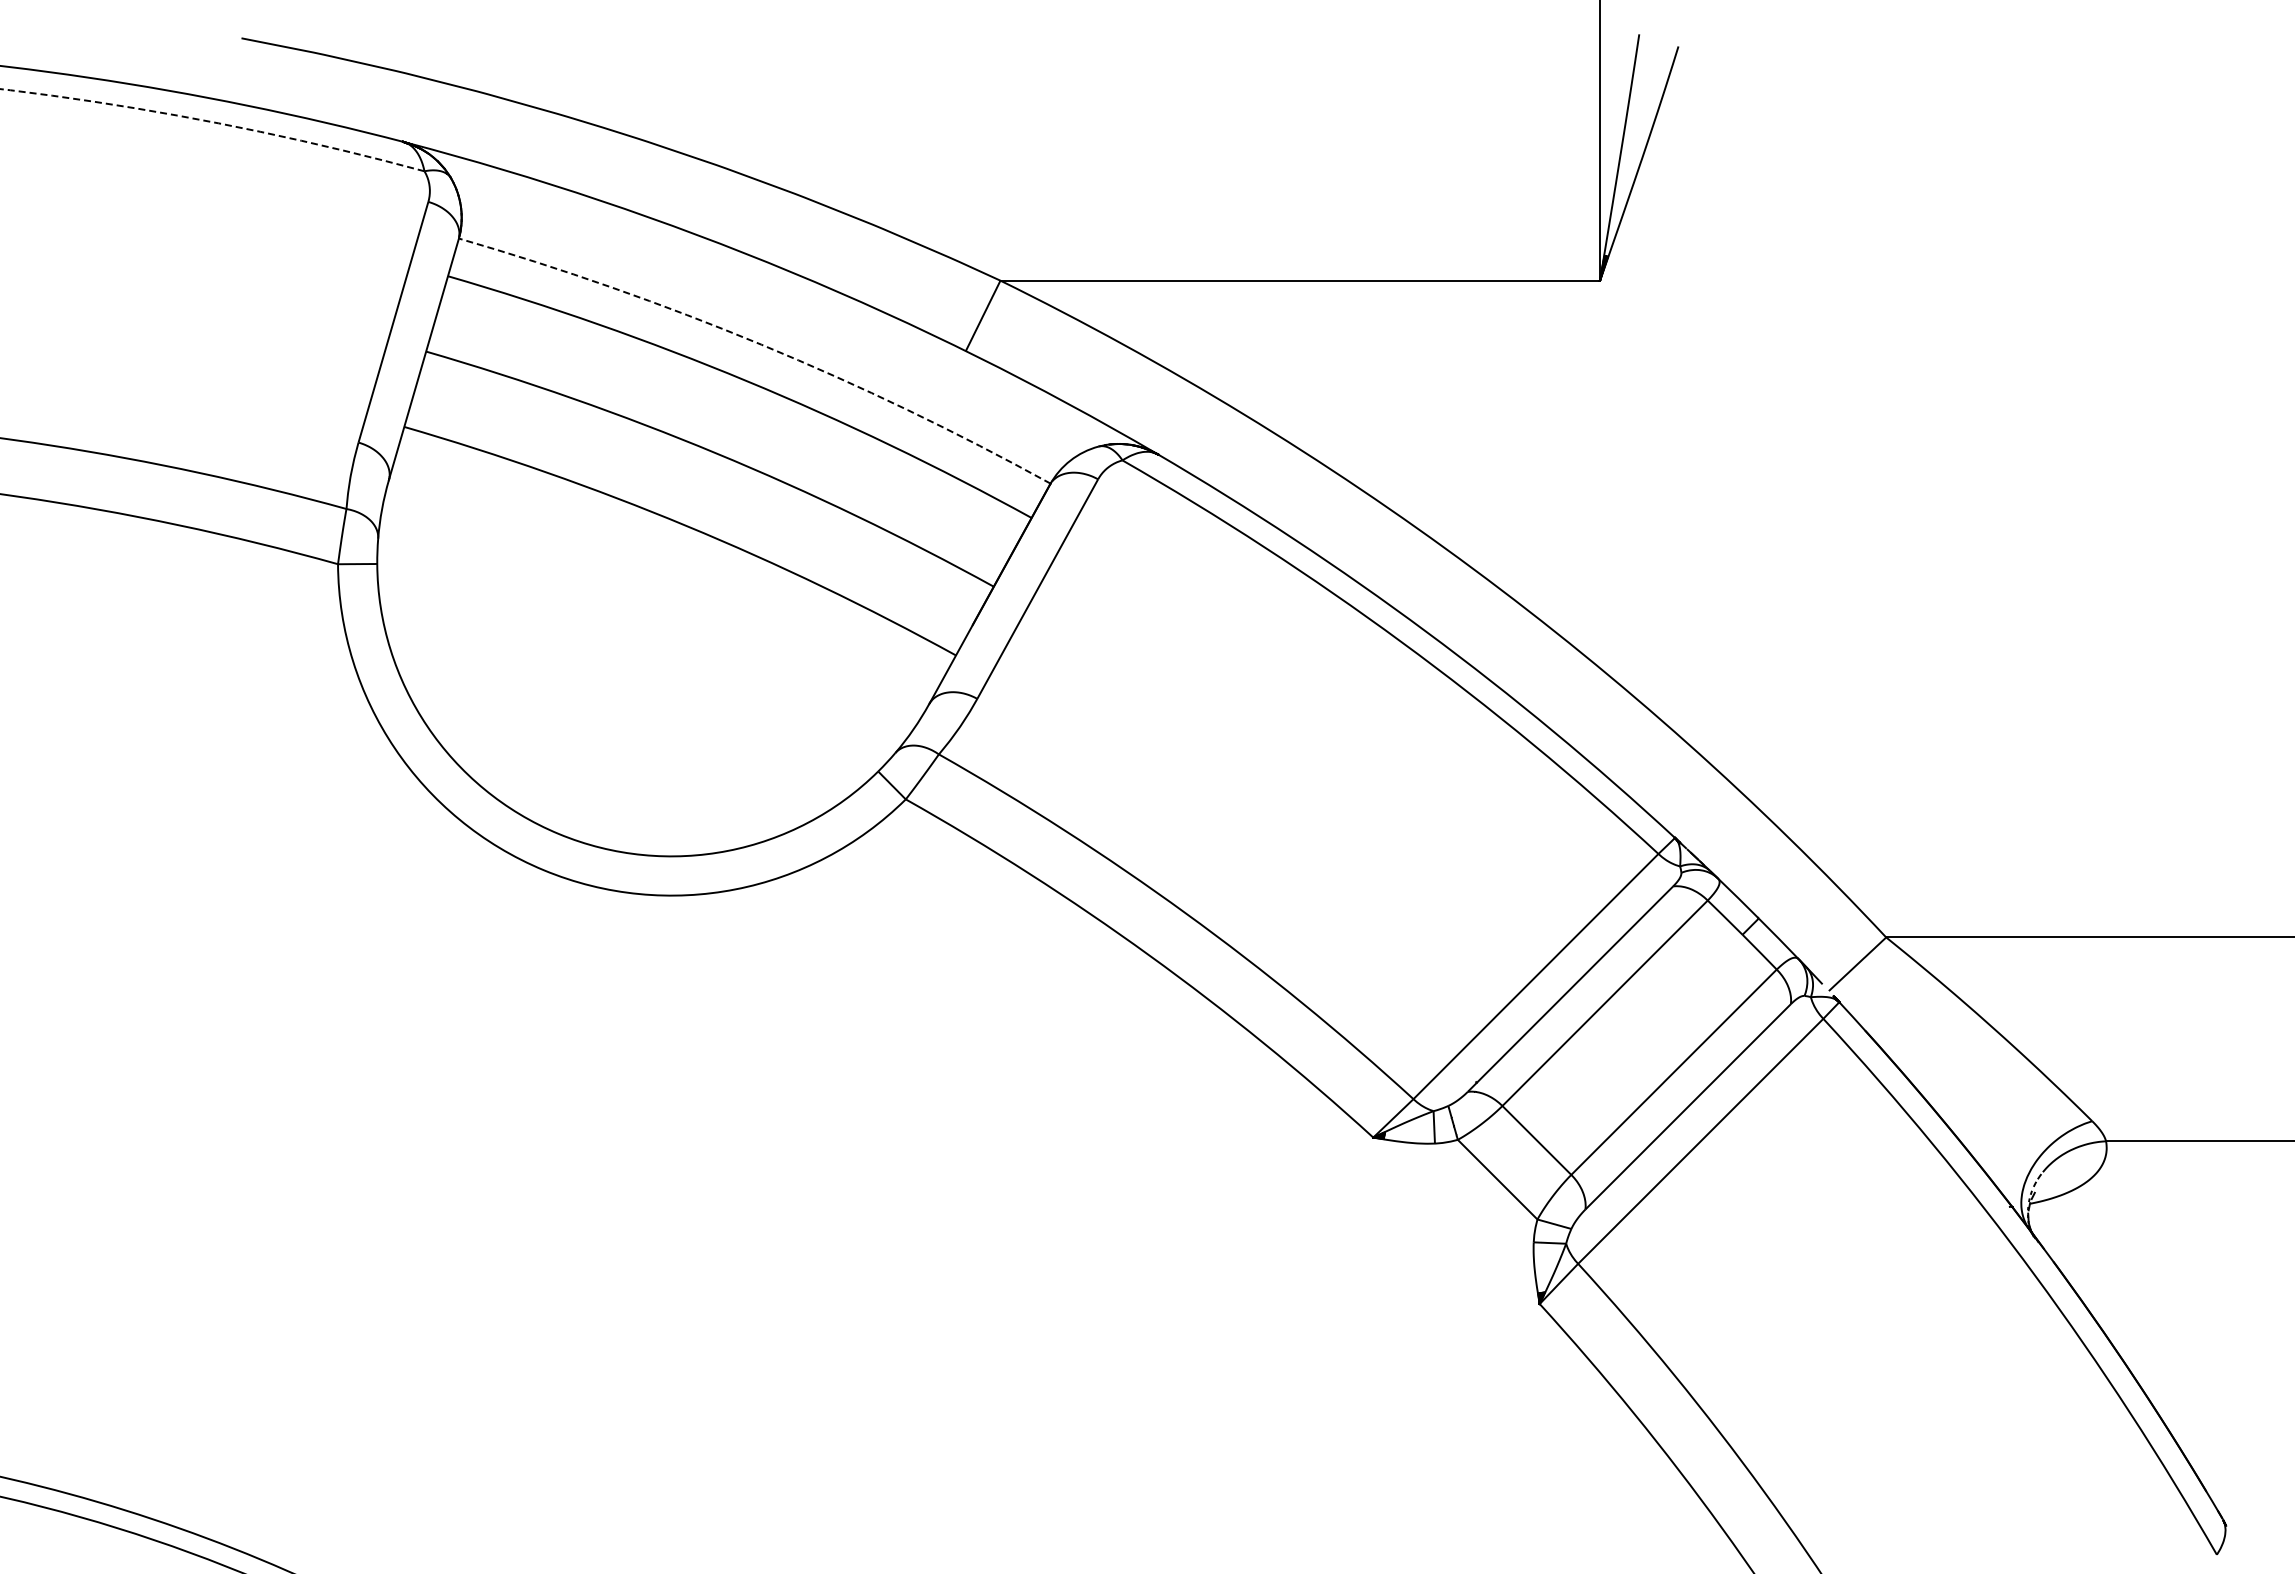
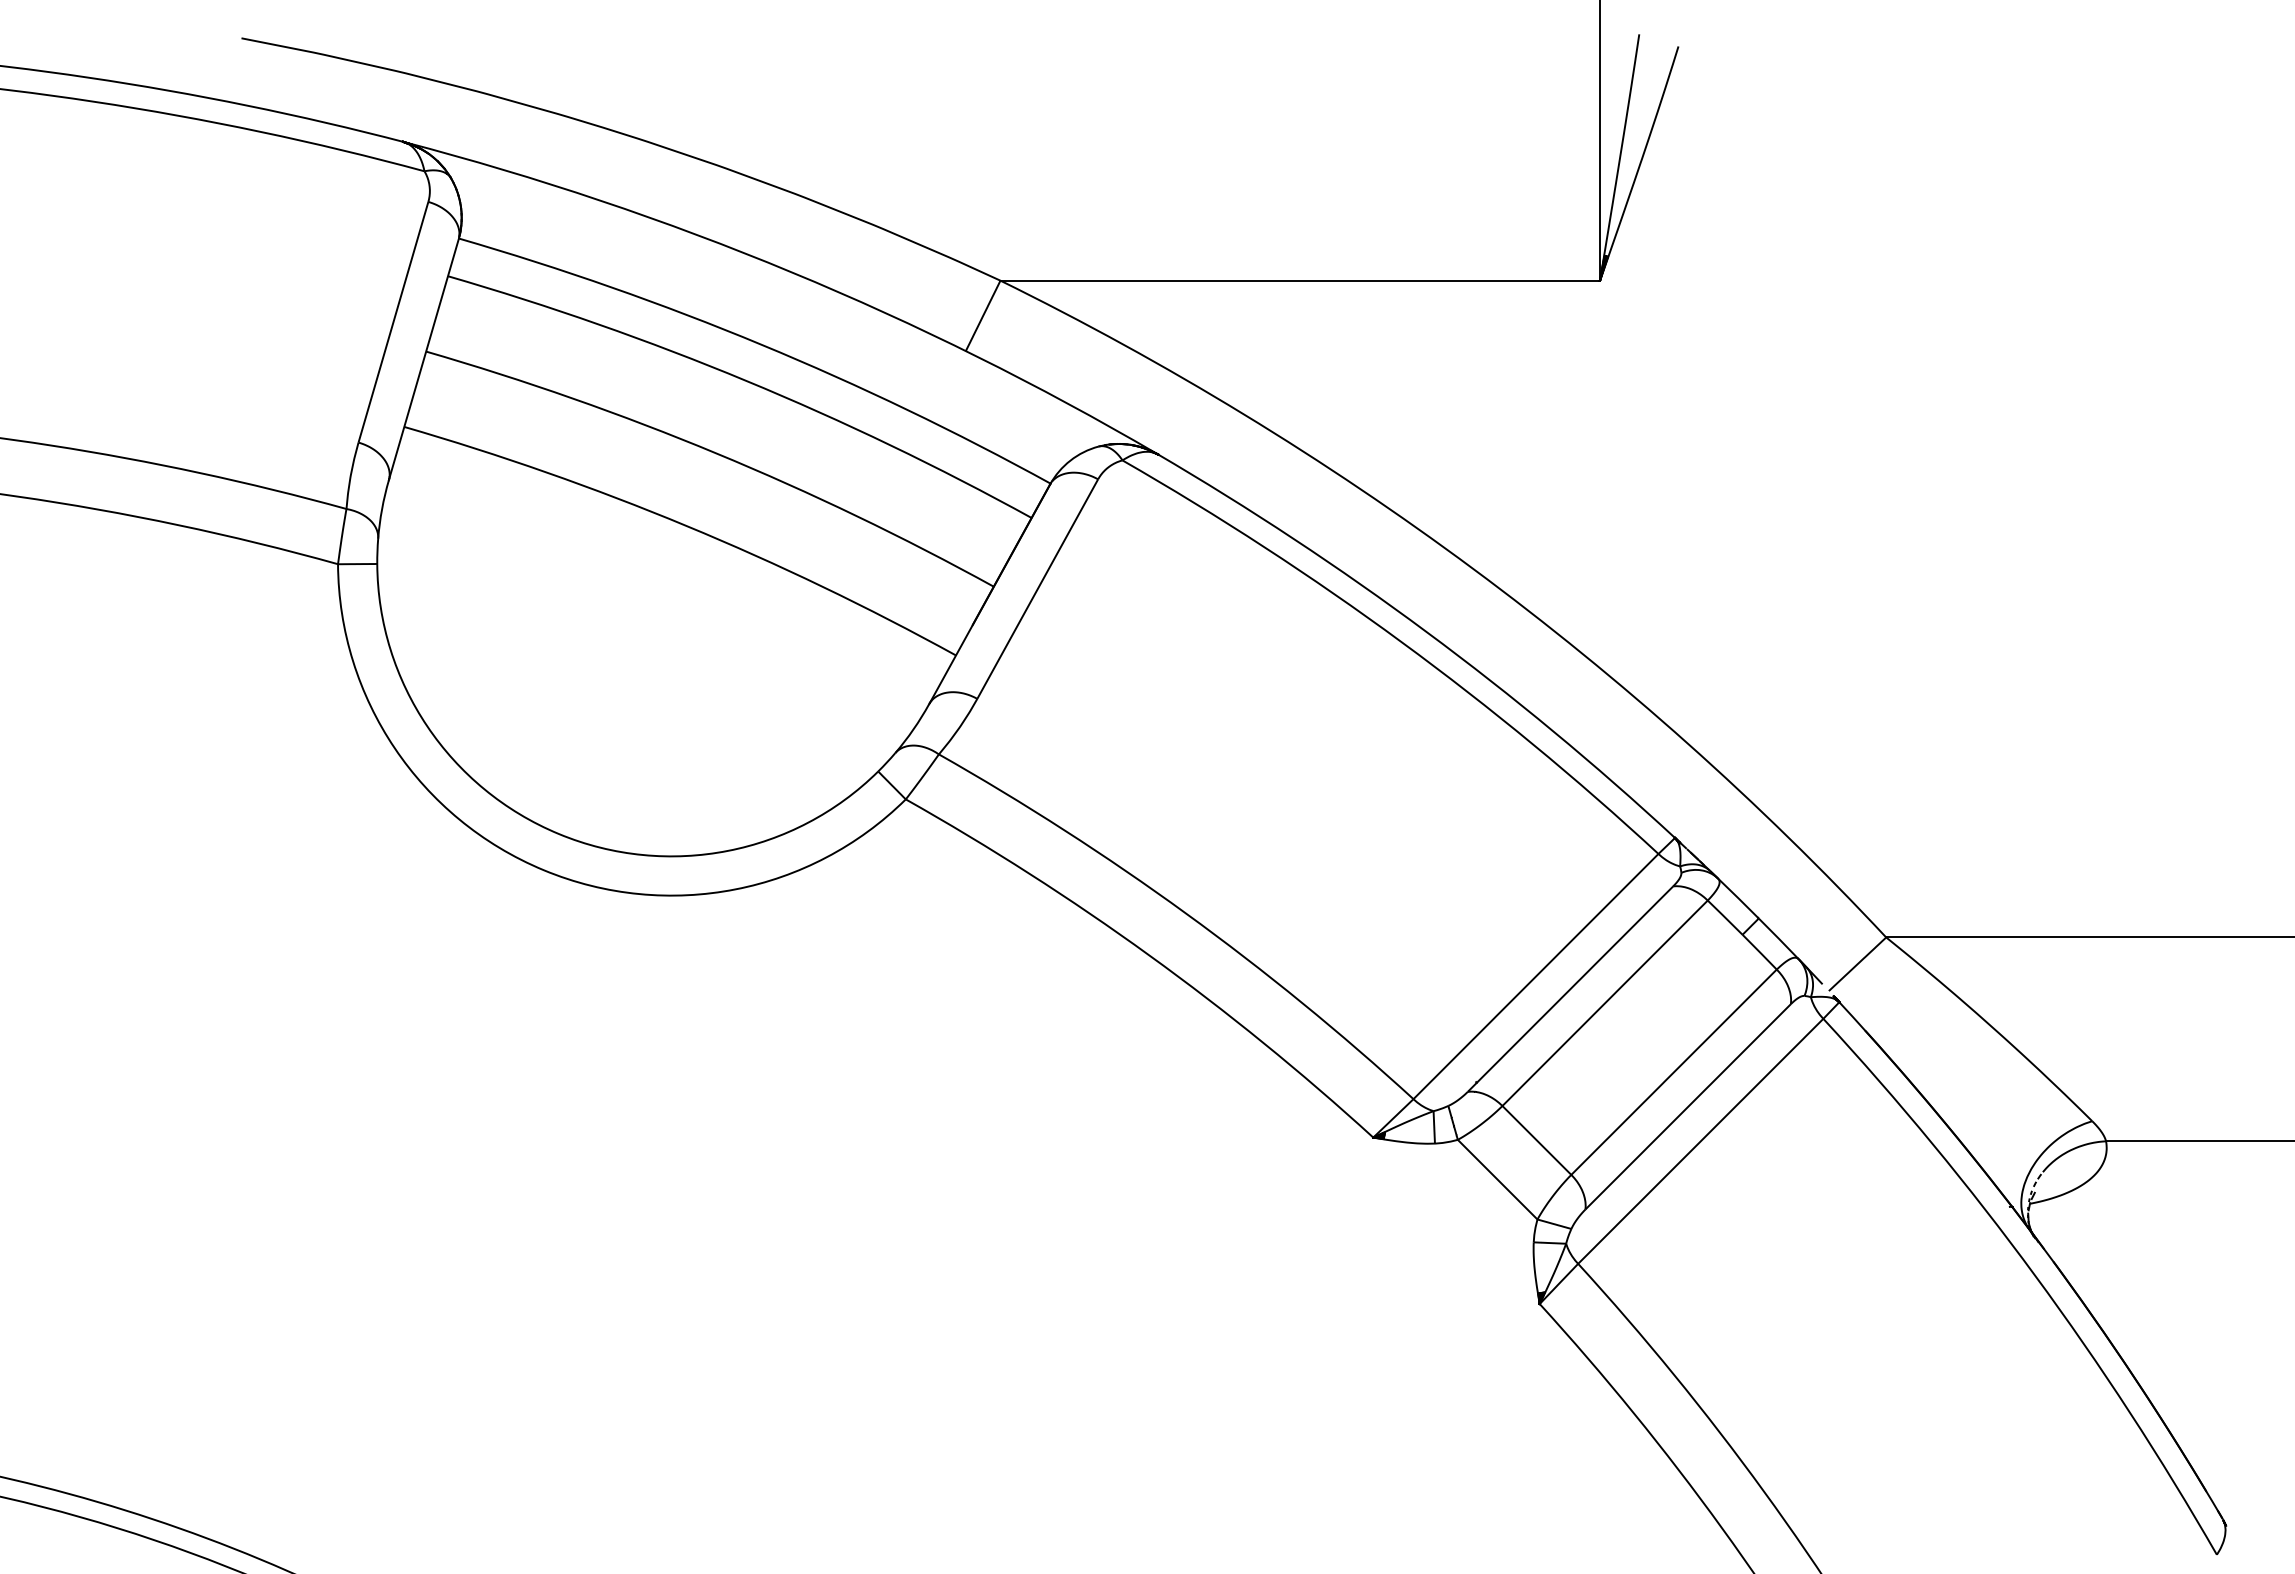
arc at (213, 122): dashed -> solid
arc at (761, 344): dashed -> solid
